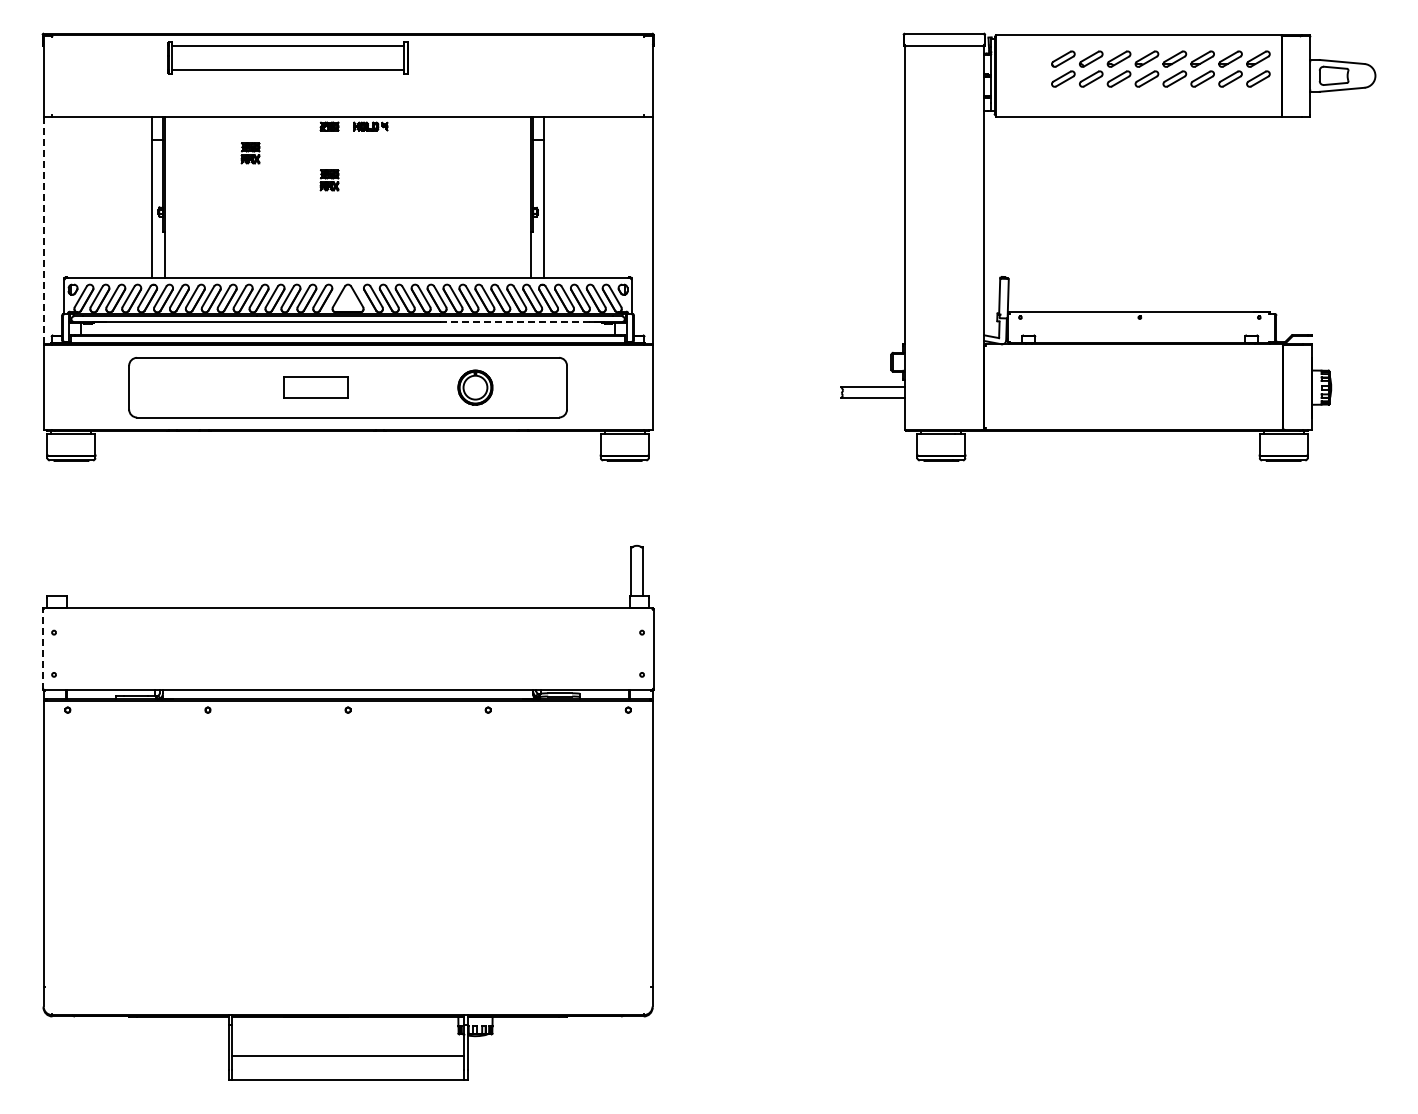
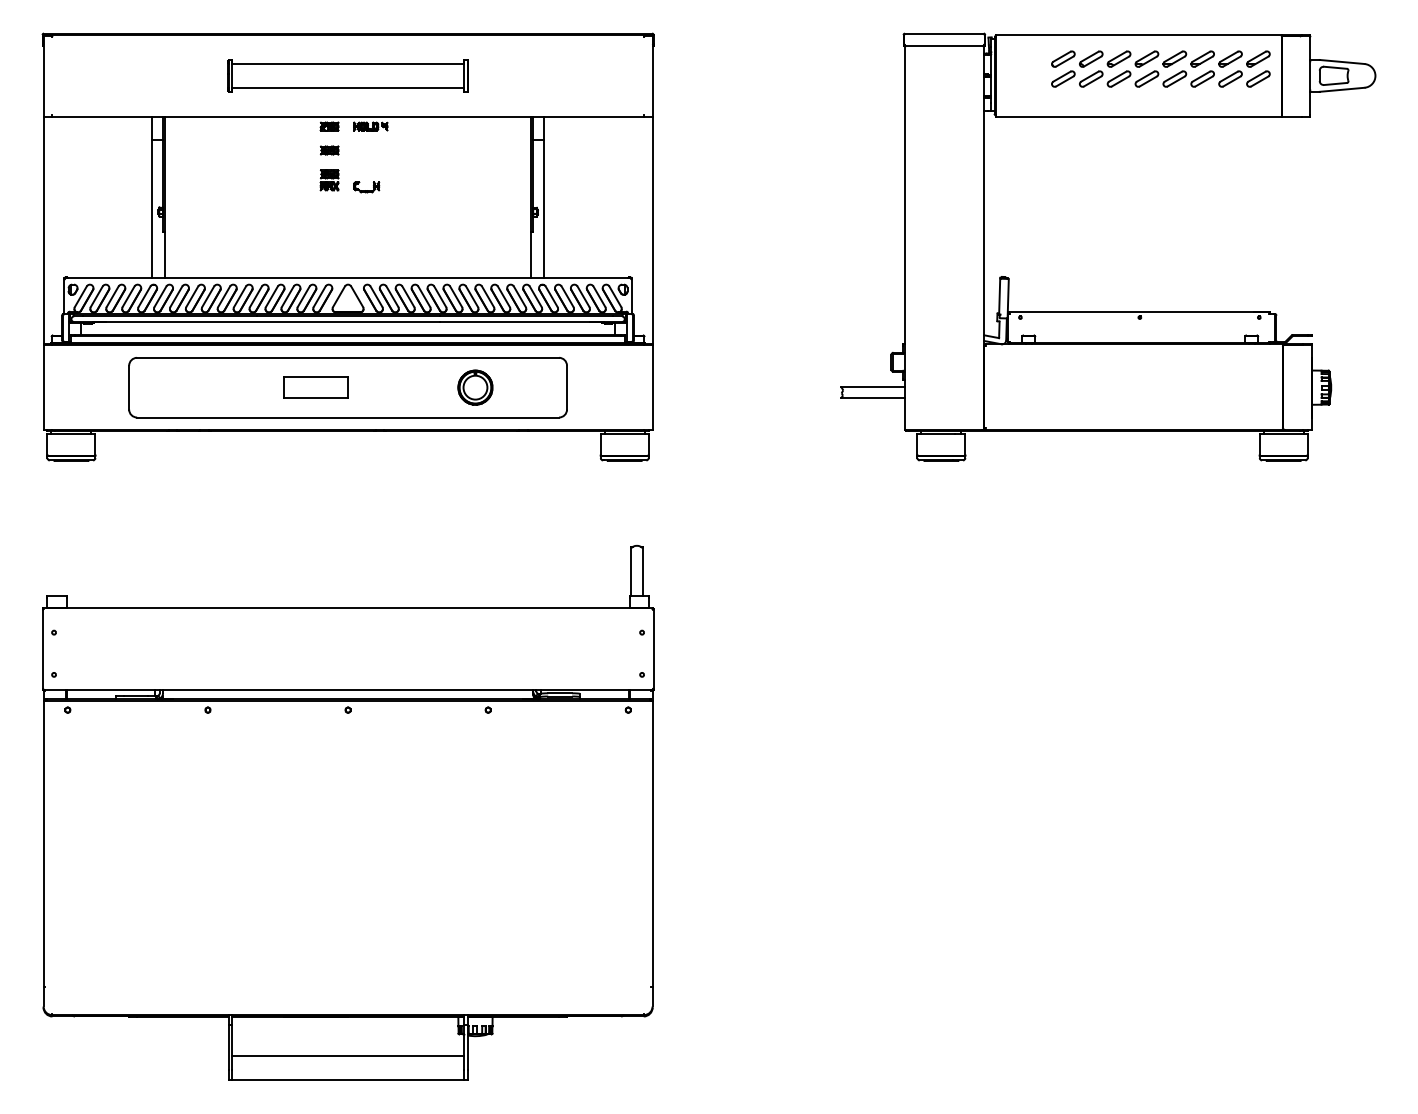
part at (287, 57) position: (287, 57) -> (347, 75)
part at (329, 150): none -> present
part at (250, 153): present -> none
part at (366, 187): none -> present
line at (43, 230): dashed -> solid
line at (521, 321): dashed -> solid
line at (42, 648): dashed -> solid
